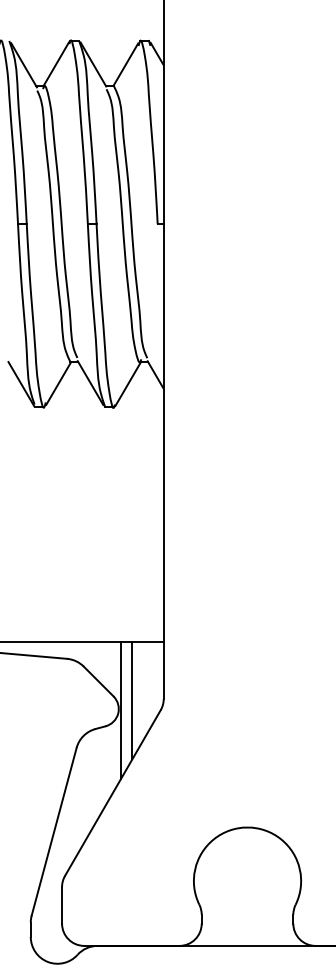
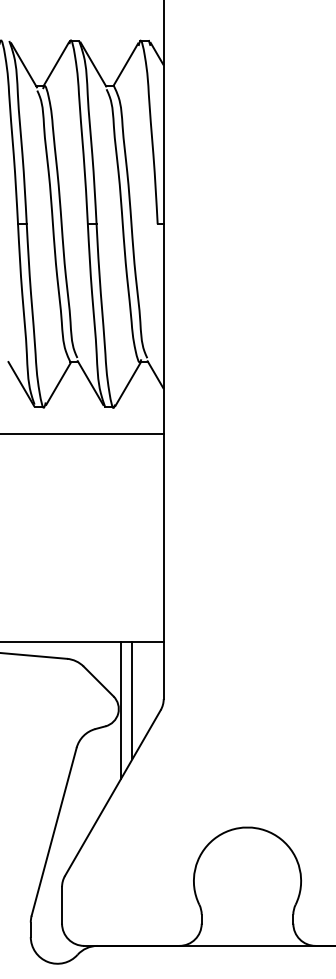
line at (82, 434): none -> present
